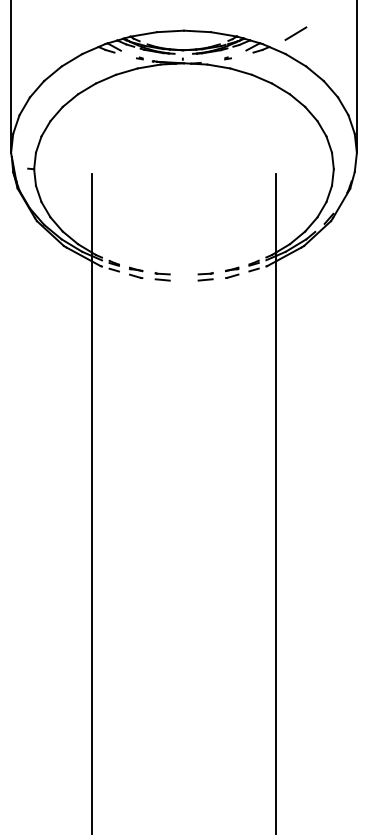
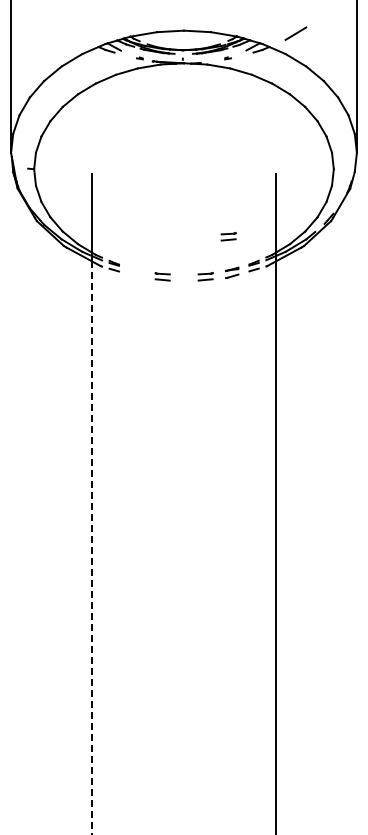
part at (228, 236): none -> present
part at (136, 272): present -> none
line at (91, 548): solid -> dashed
